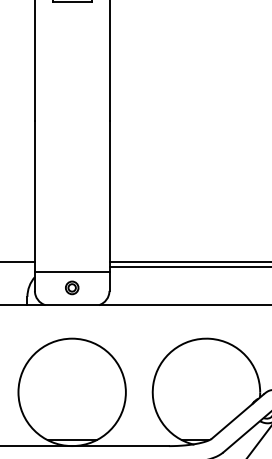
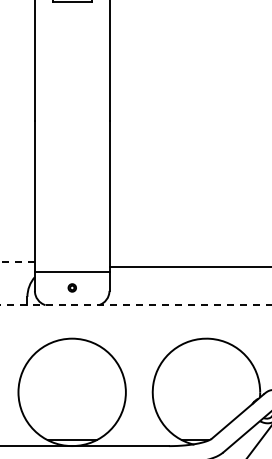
line at (17, 261): solid -> dashed
line at (188, 261): present -> none
part at (72, 287) size: 15x16 px -> 10x10 px
line at (136, 305): solid -> dashed
